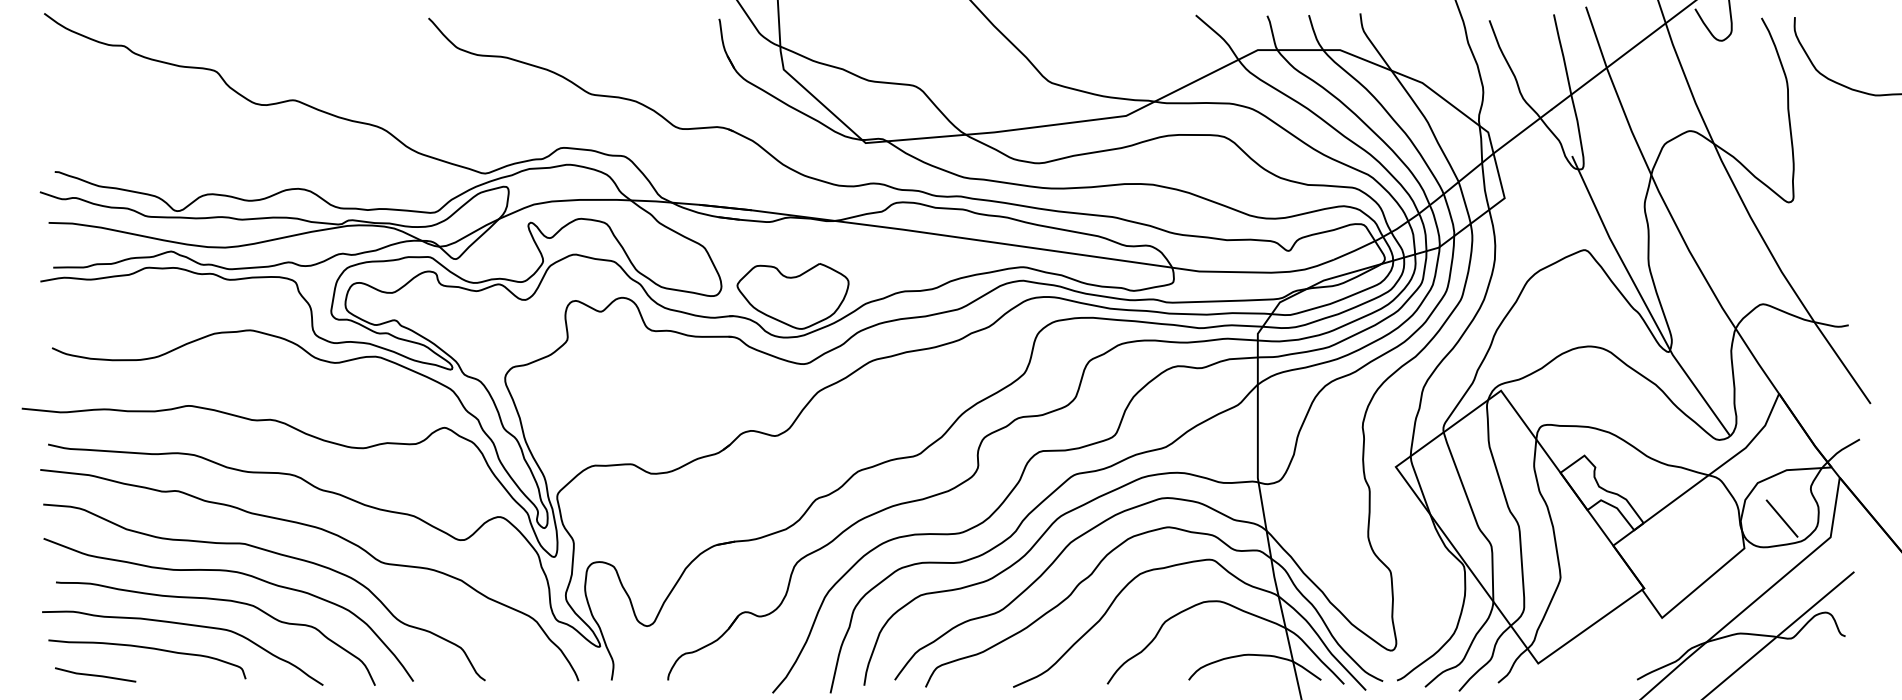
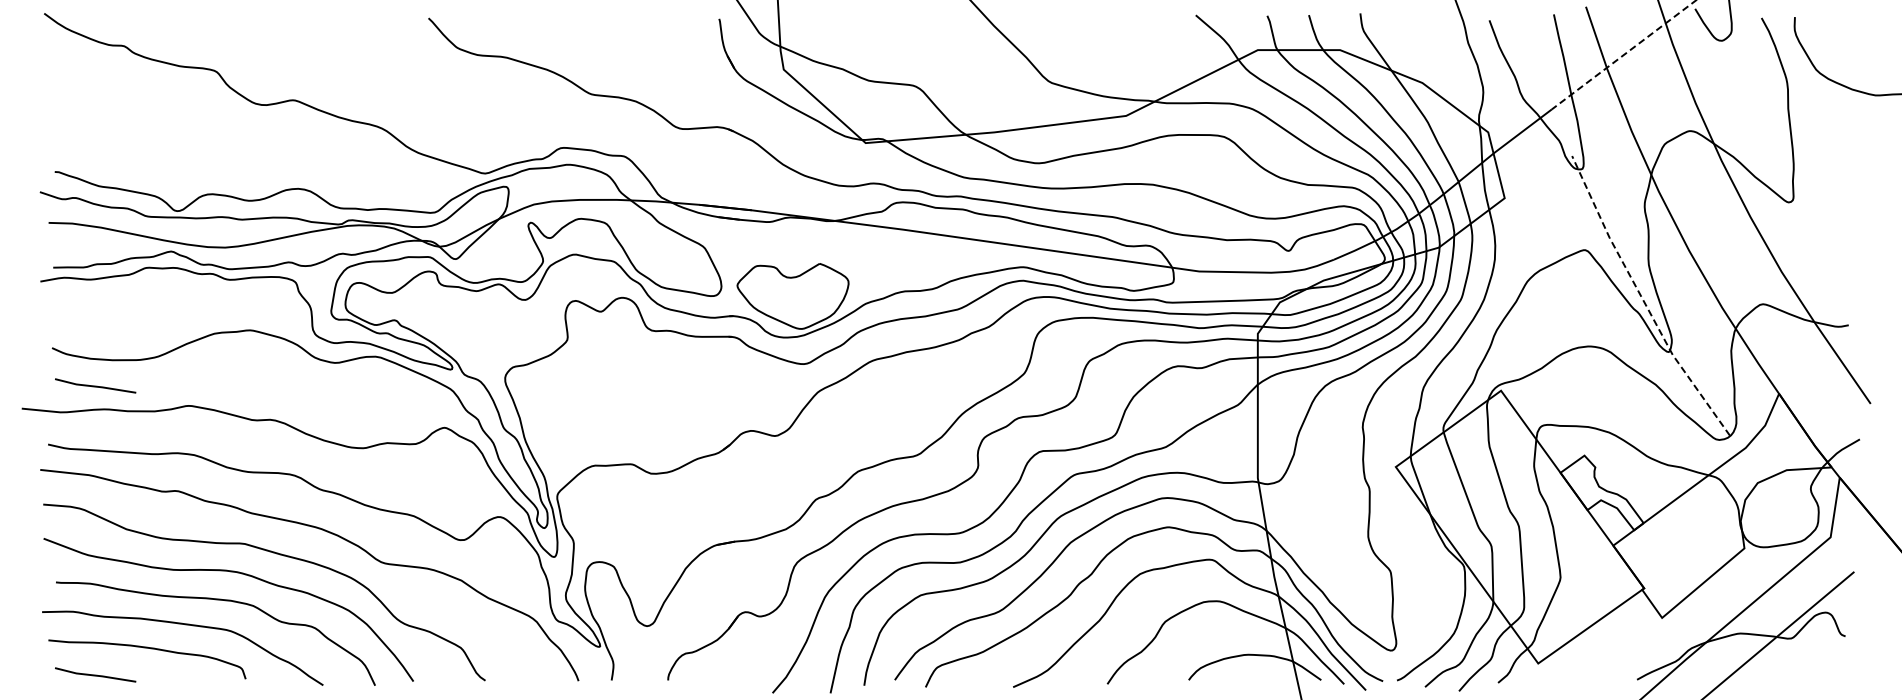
line at (1623, 55): solid -> dashed
line at (1642, 299): solid -> dashed
line at (95, 385): none -> present
line at (1781, 518): present -> none
